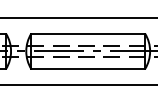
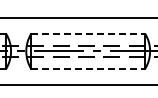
line at (88, 33): solid -> dashed
line at (88, 69): solid -> dashed
